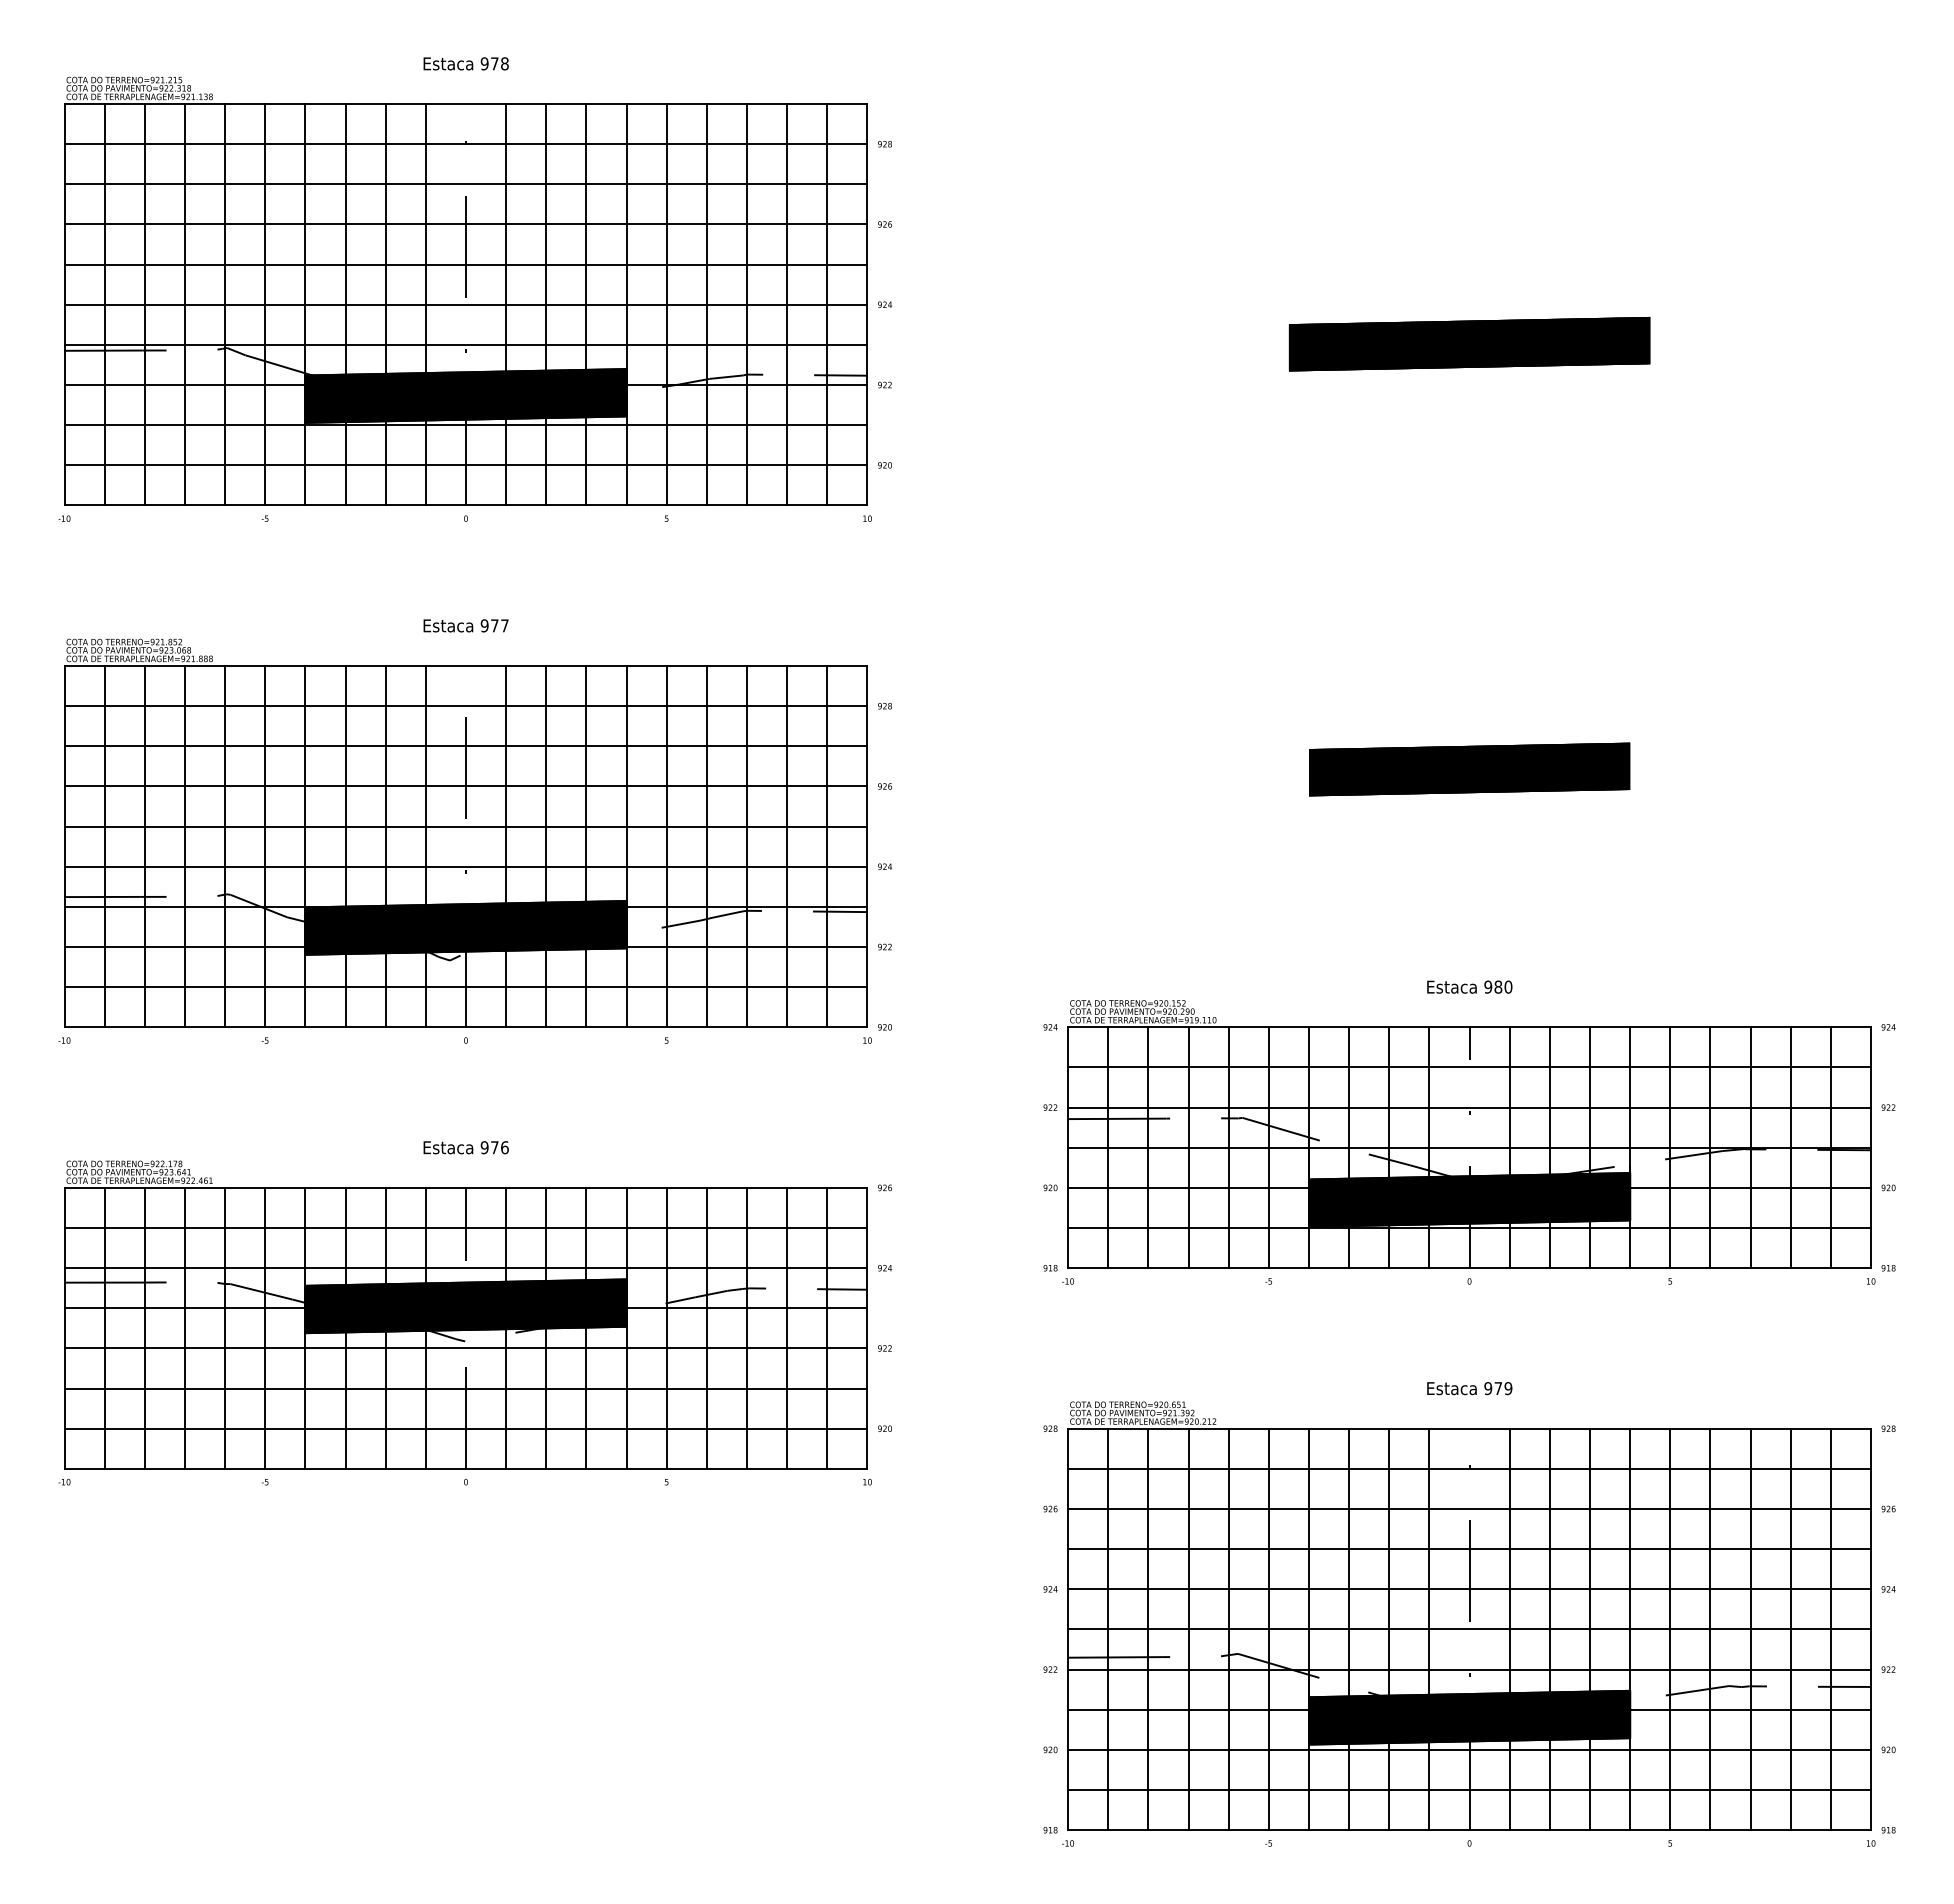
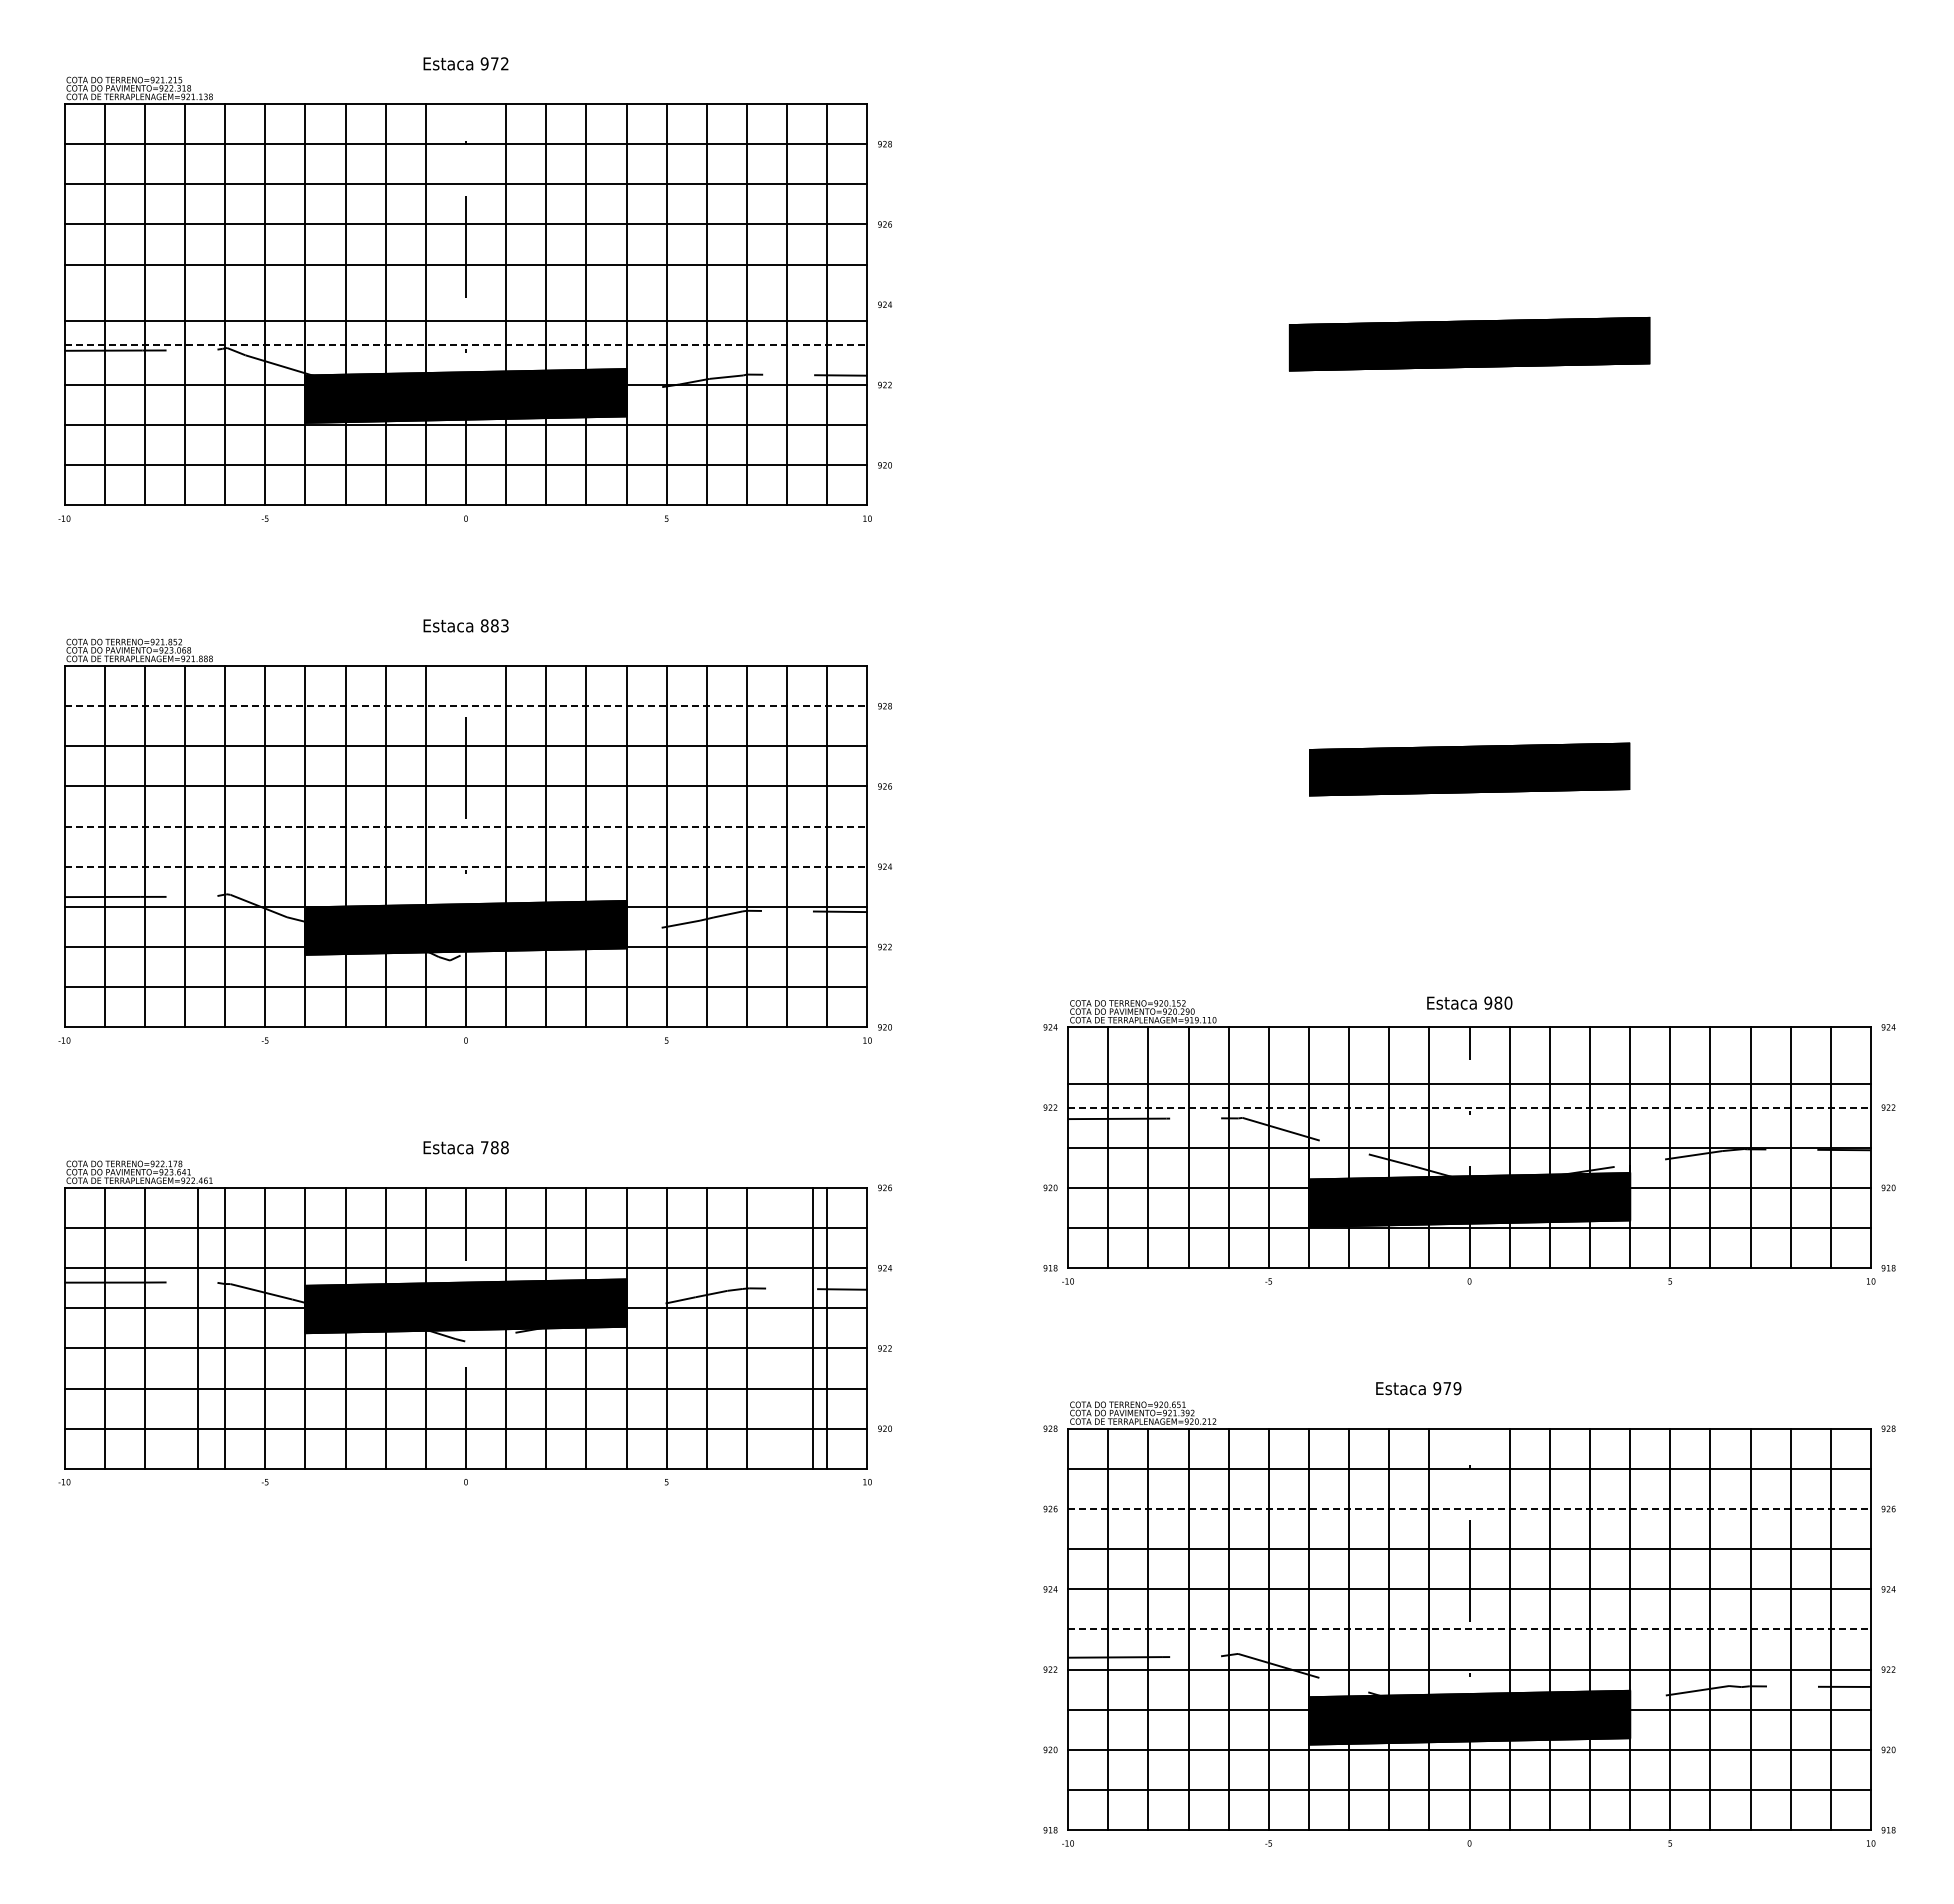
text at (504, 63): 978 -> 972
line at (465, 304) position: (465, 304) -> (465, 320)
line at (466, 344): solid -> dashed
text at (494, 625): 977 -> 883
line at (466, 706): solid -> dashed
line at (466, 826): solid -> dashed
line at (466, 866): solid -> dashed
text at (1469, 986) position: (1469, 986) -> (1469, 1002)
line at (1469, 1067) position: (1469, 1067) -> (1469, 1084)
line at (1470, 1107): solid -> dashed
text at (494, 1147): 976 -> 788
line at (185, 1327) position: (185, 1327) -> (198, 1327)
line at (787, 1327) position: (787, 1327) -> (813, 1327)
text at (1469, 1388) position: (1469, 1388) -> (1418, 1388)
line at (1470, 1509): solid -> dashed
line at (1470, 1629): solid -> dashed
